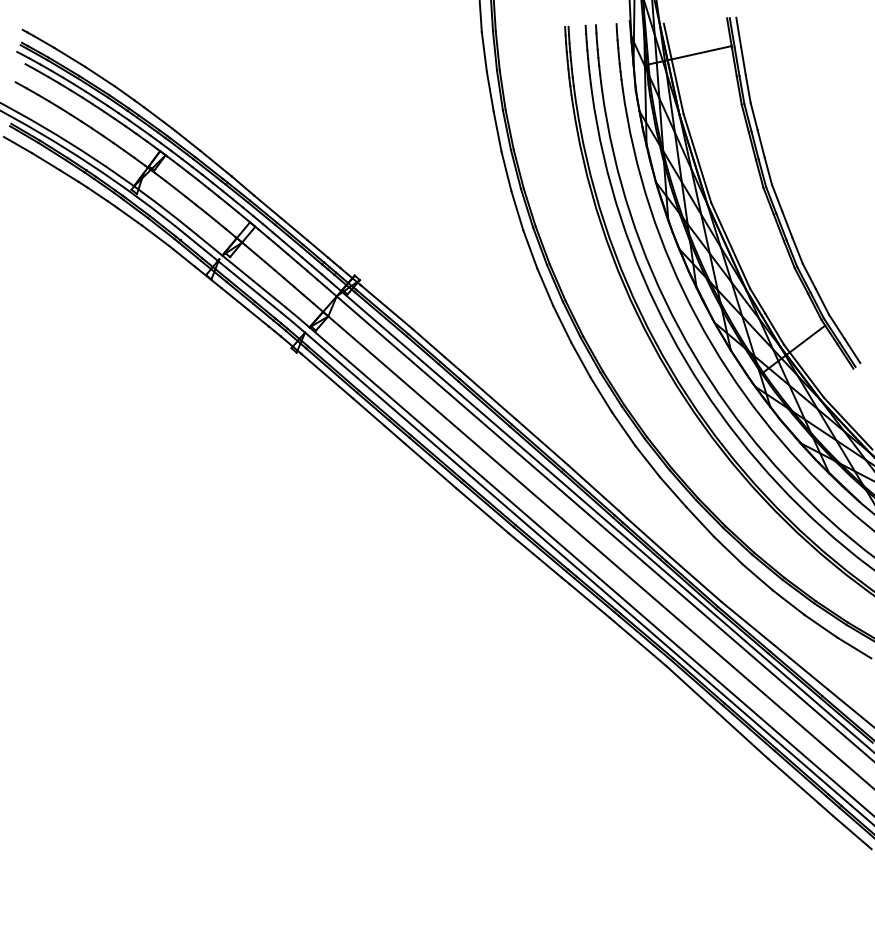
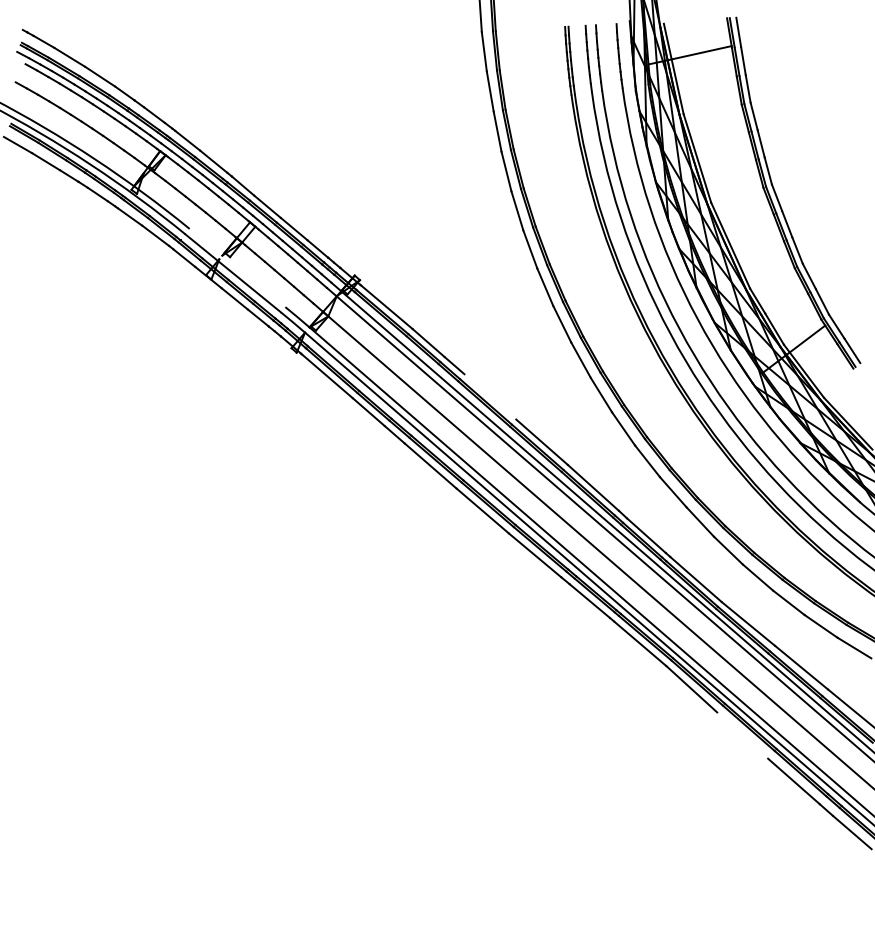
line at (237, 267): present -> none
line at (490, 396): present -> none
line at (742, 735): present -> none
